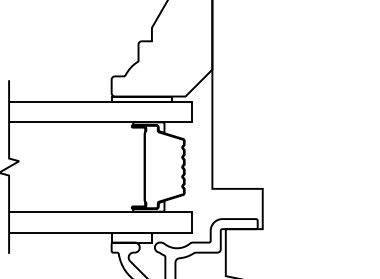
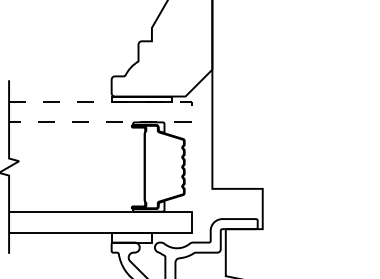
line at (192, 112): solid -> dashed
